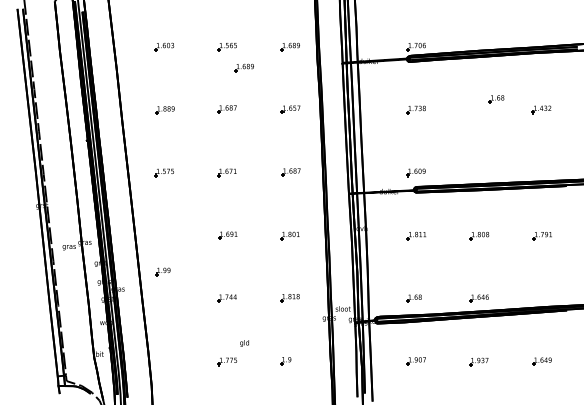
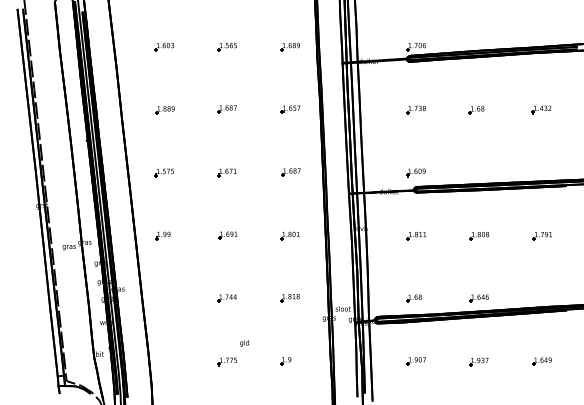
part at (243, 67): present -> none
part at (496, 99) position: (496, 99) -> (476, 110)
part at (162, 271) position: (162, 271) -> (162, 235)
